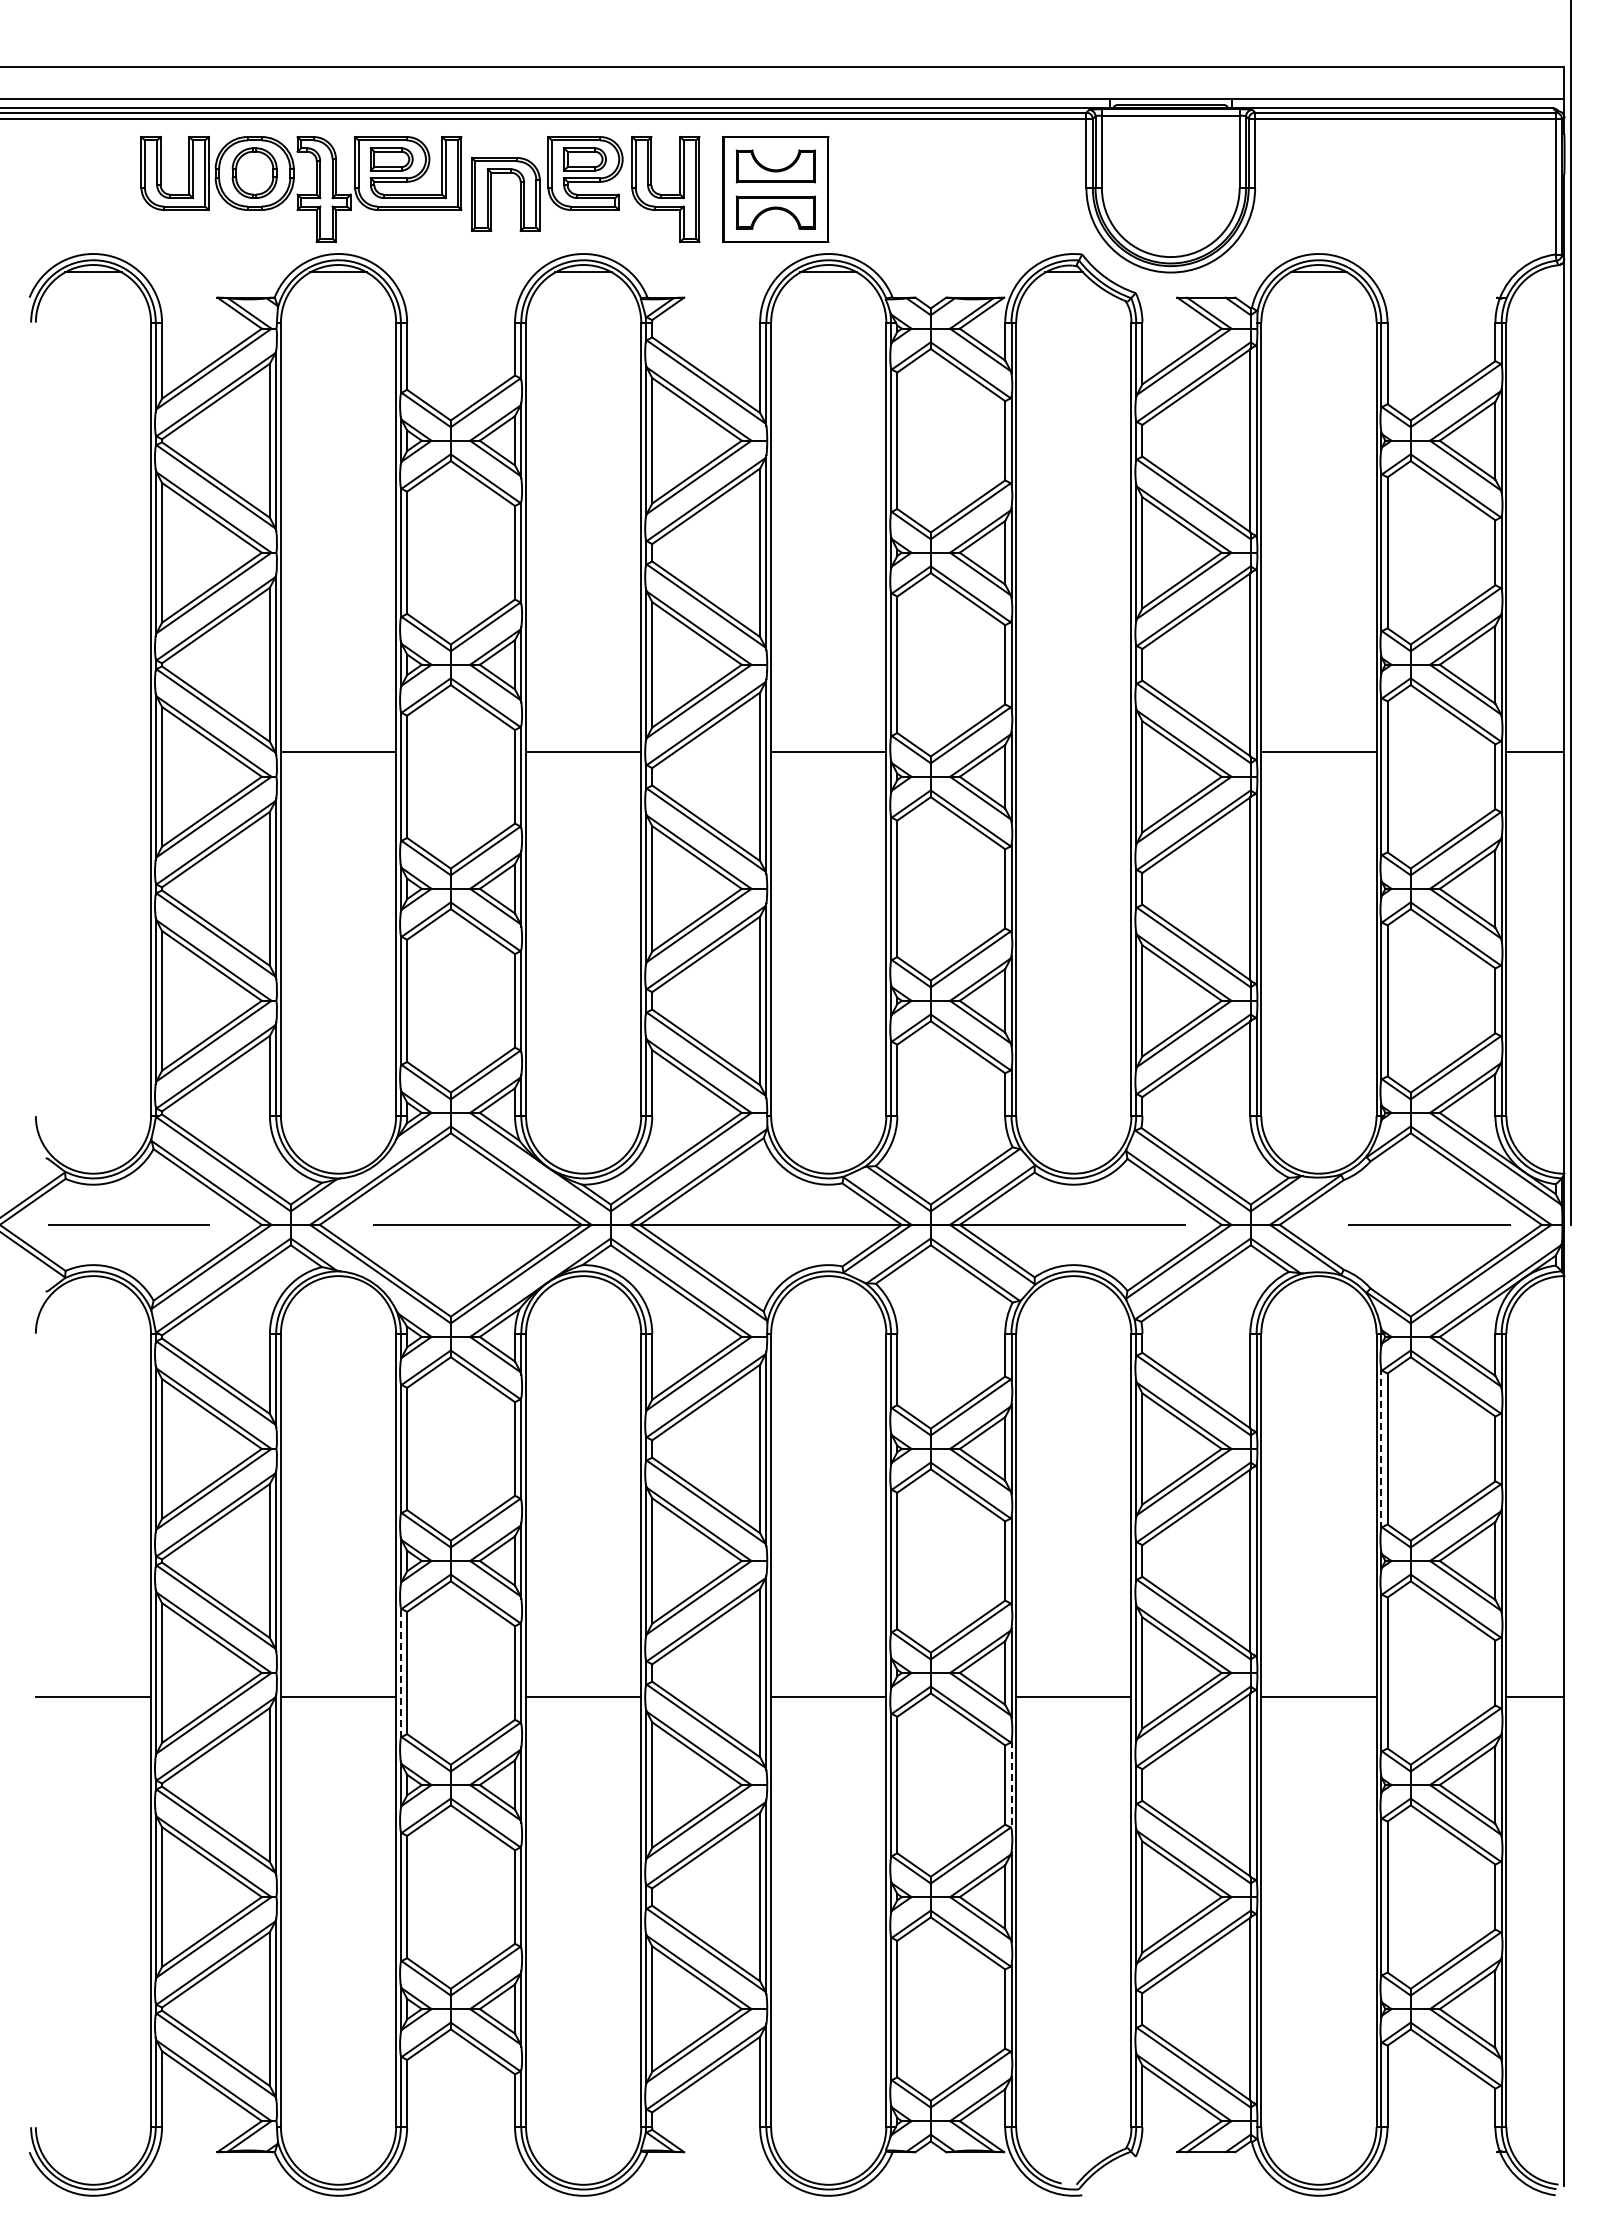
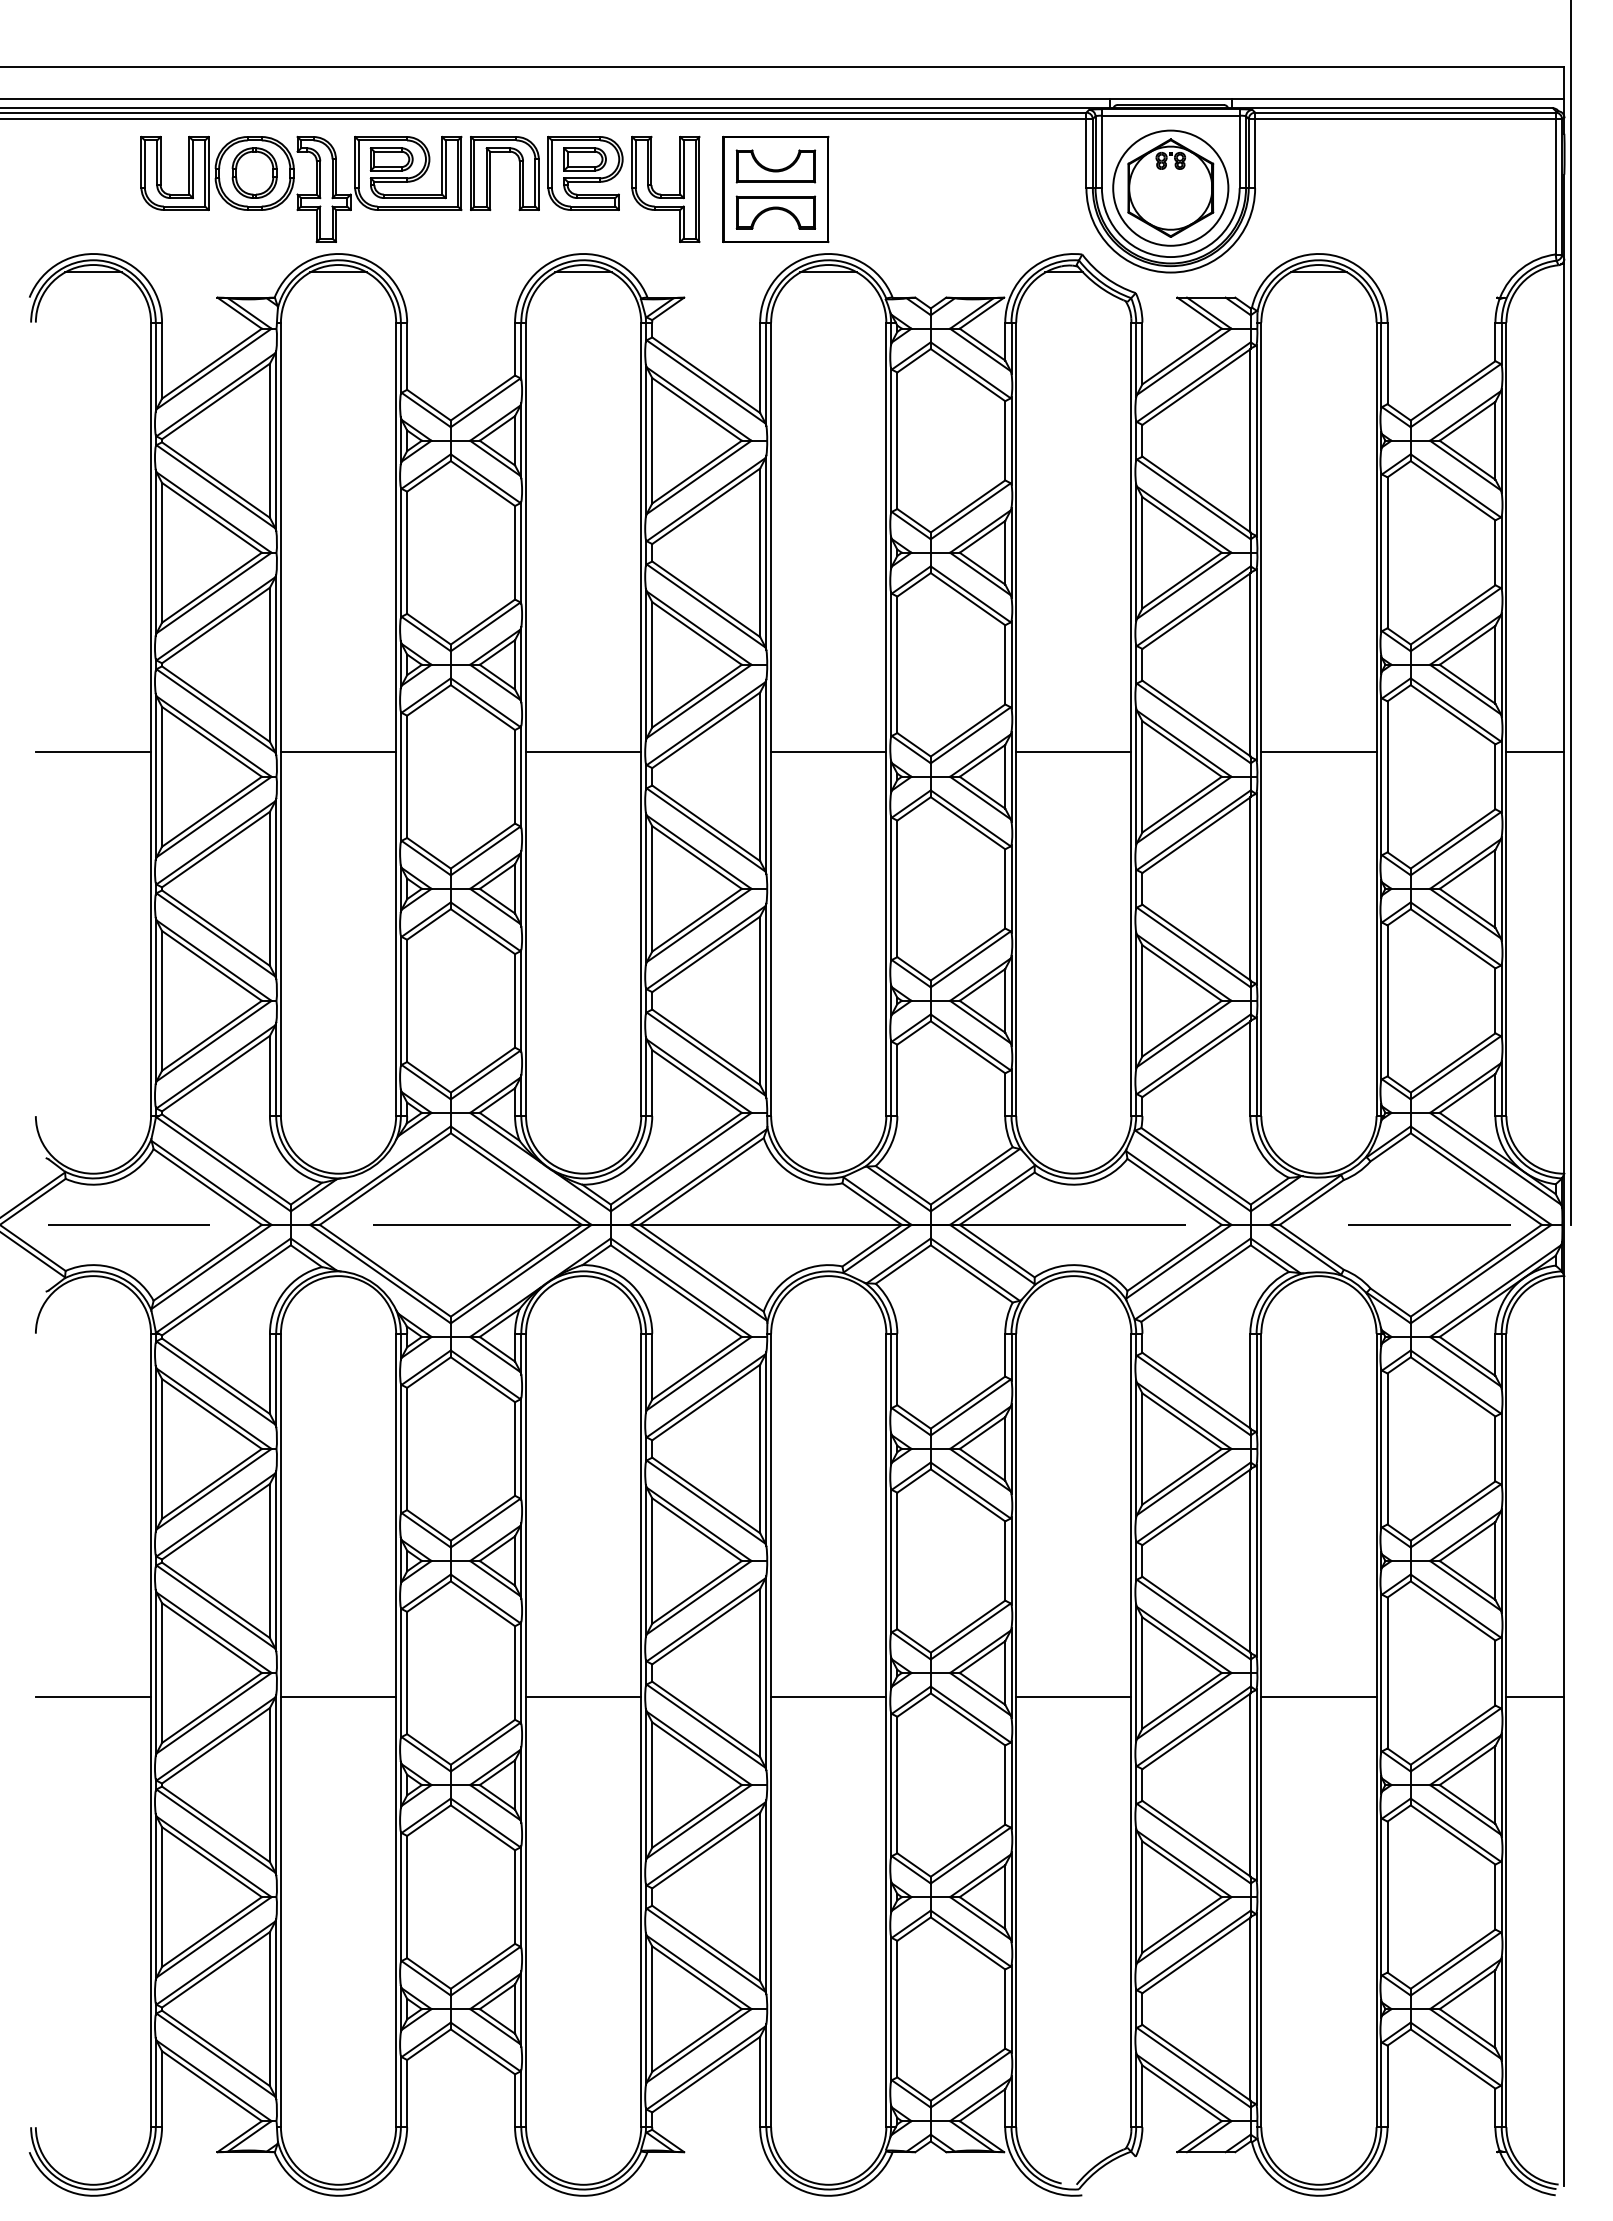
part at (1170, 187): none -> present
part at (491, 194) position: (491, 194) -> (490, 173)
line at (93, 752): none -> present
line at (1073, 752): none -> present
line at (1381, 1448): dashed -> solid
line at (400, 1672): dashed -> solid
line at (1011, 1785): dashed -> solid
